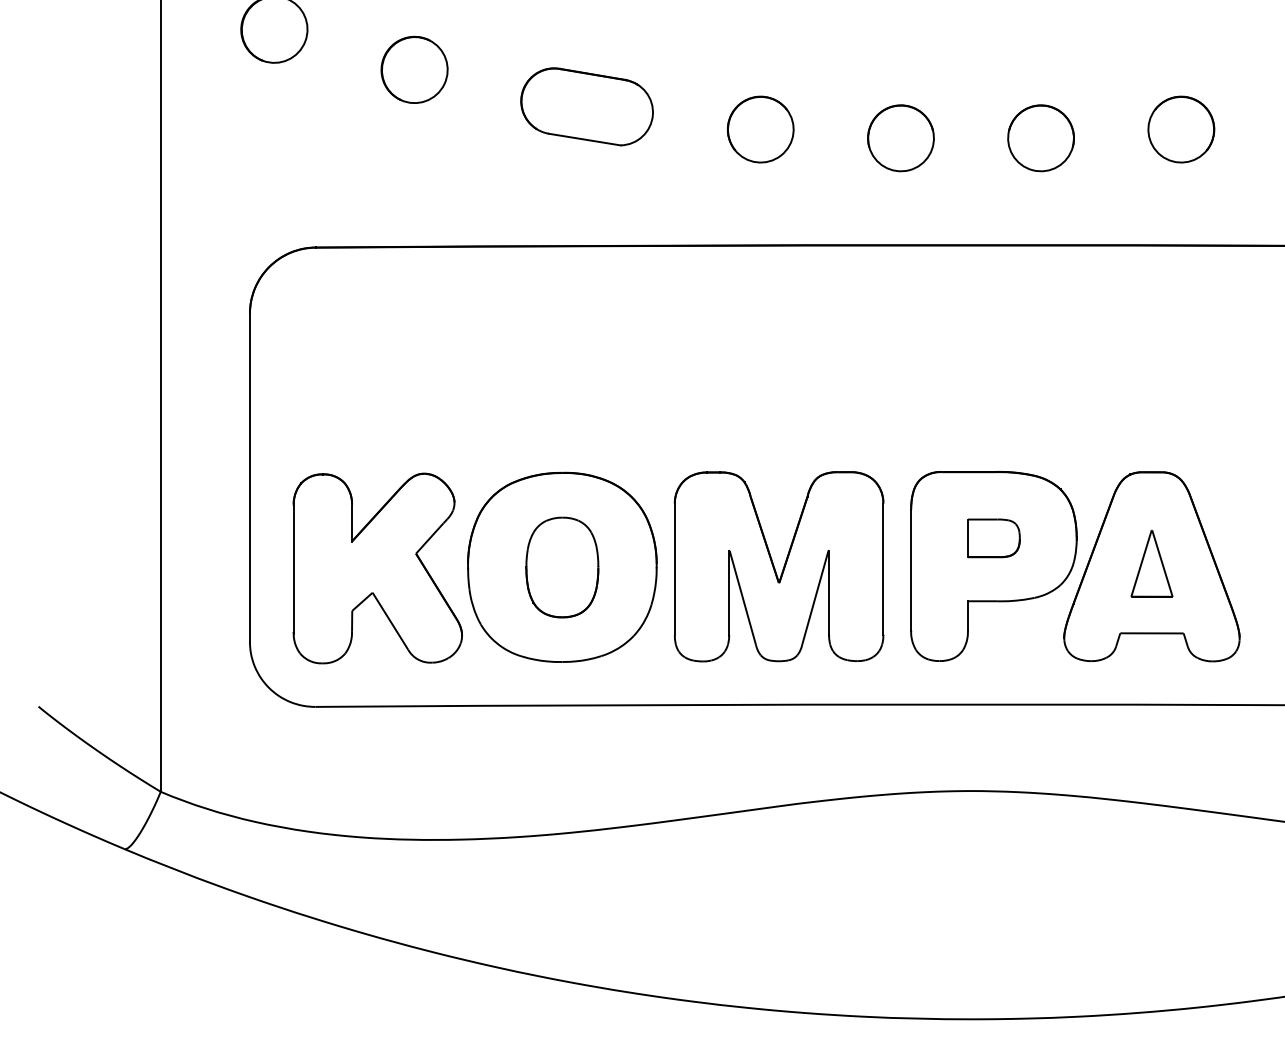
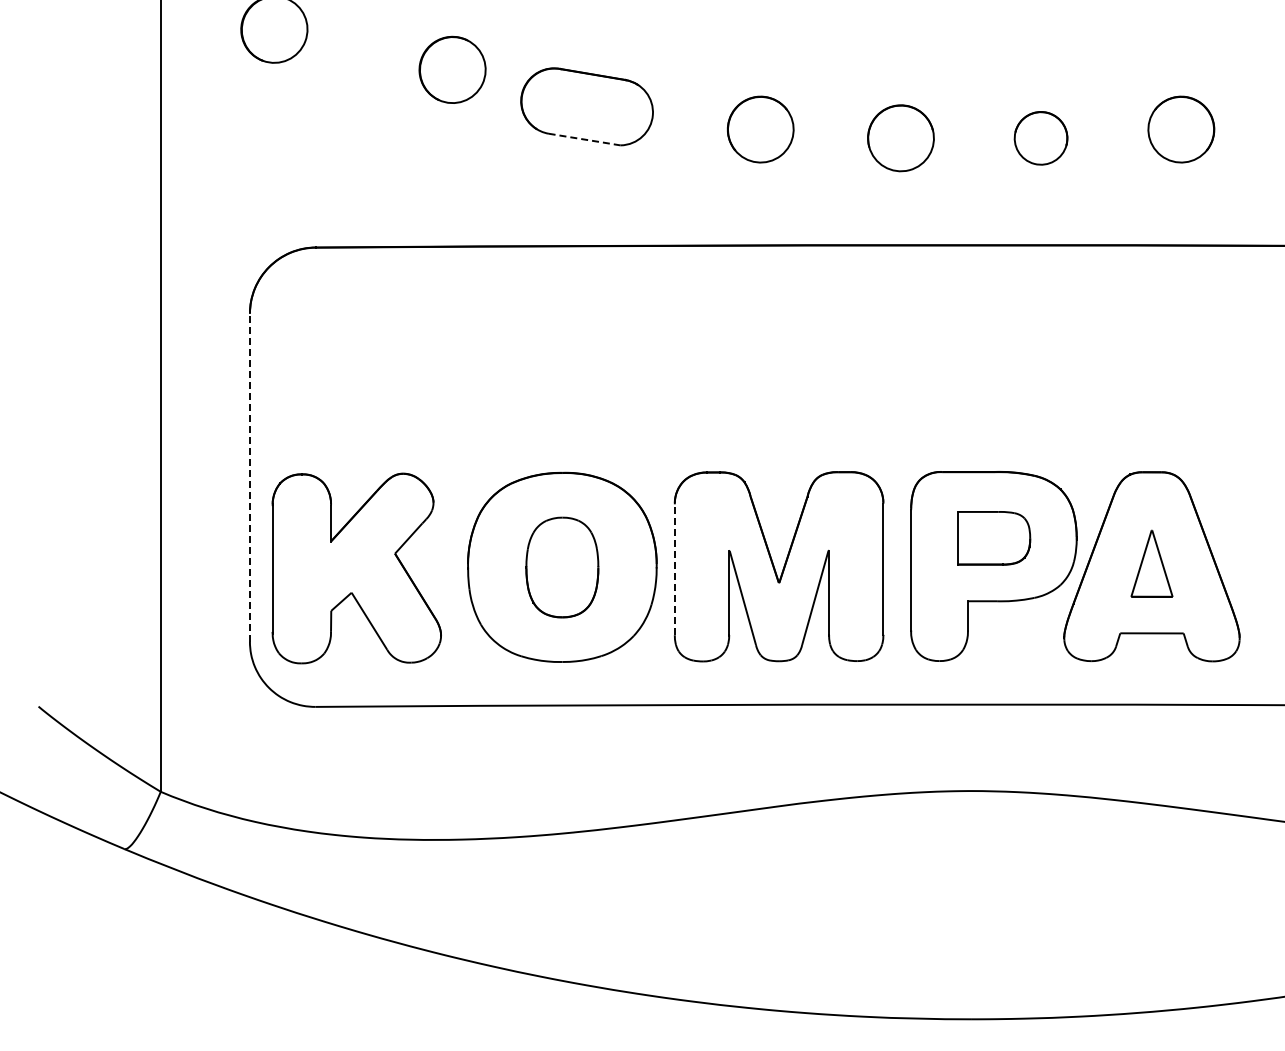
part at (414, 69) position: (414, 69) -> (452, 69)
part at (1040, 138) size: 68x69 px -> 56x55 px
line at (584, 139): solid -> dashed
line at (249, 477): solid -> dashed
part at (993, 538) size: 54x41 px -> 75x55 px
part at (377, 568) position: (377, 568) -> (356, 568)
line at (674, 569): solid -> dashed
